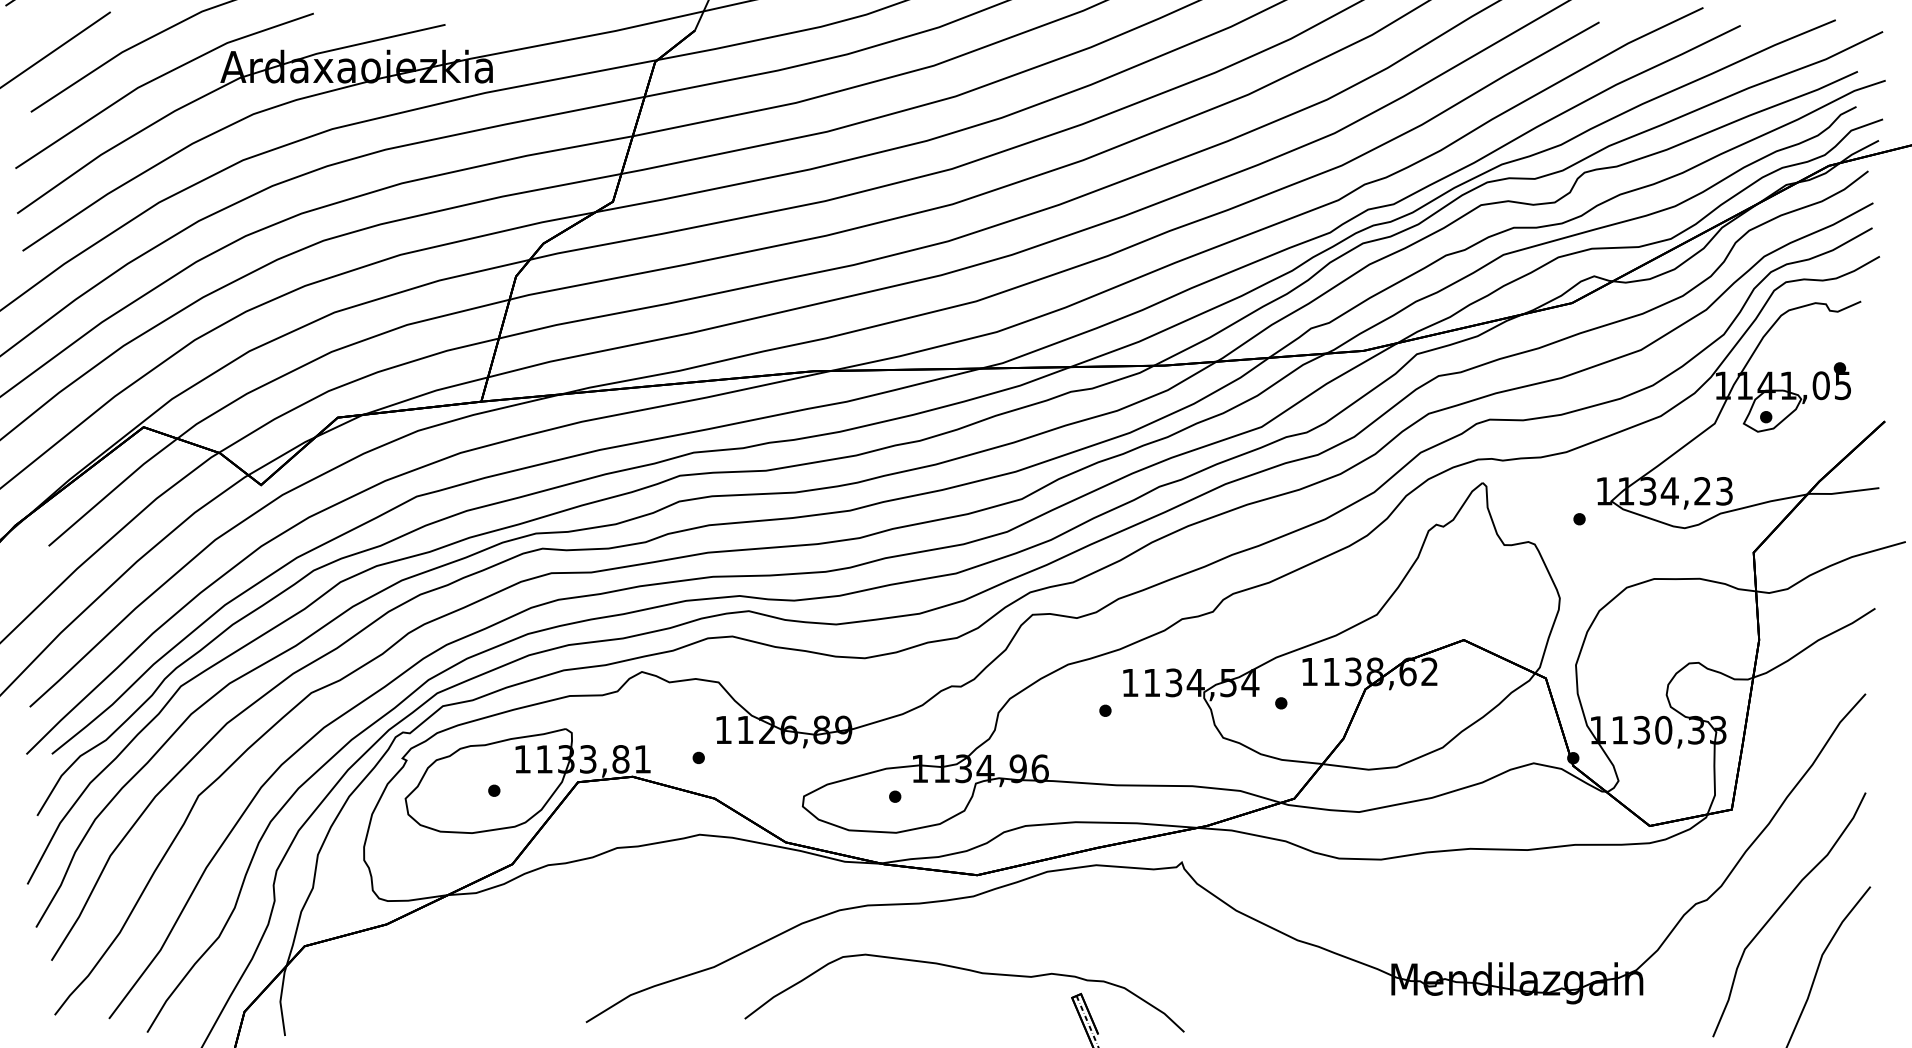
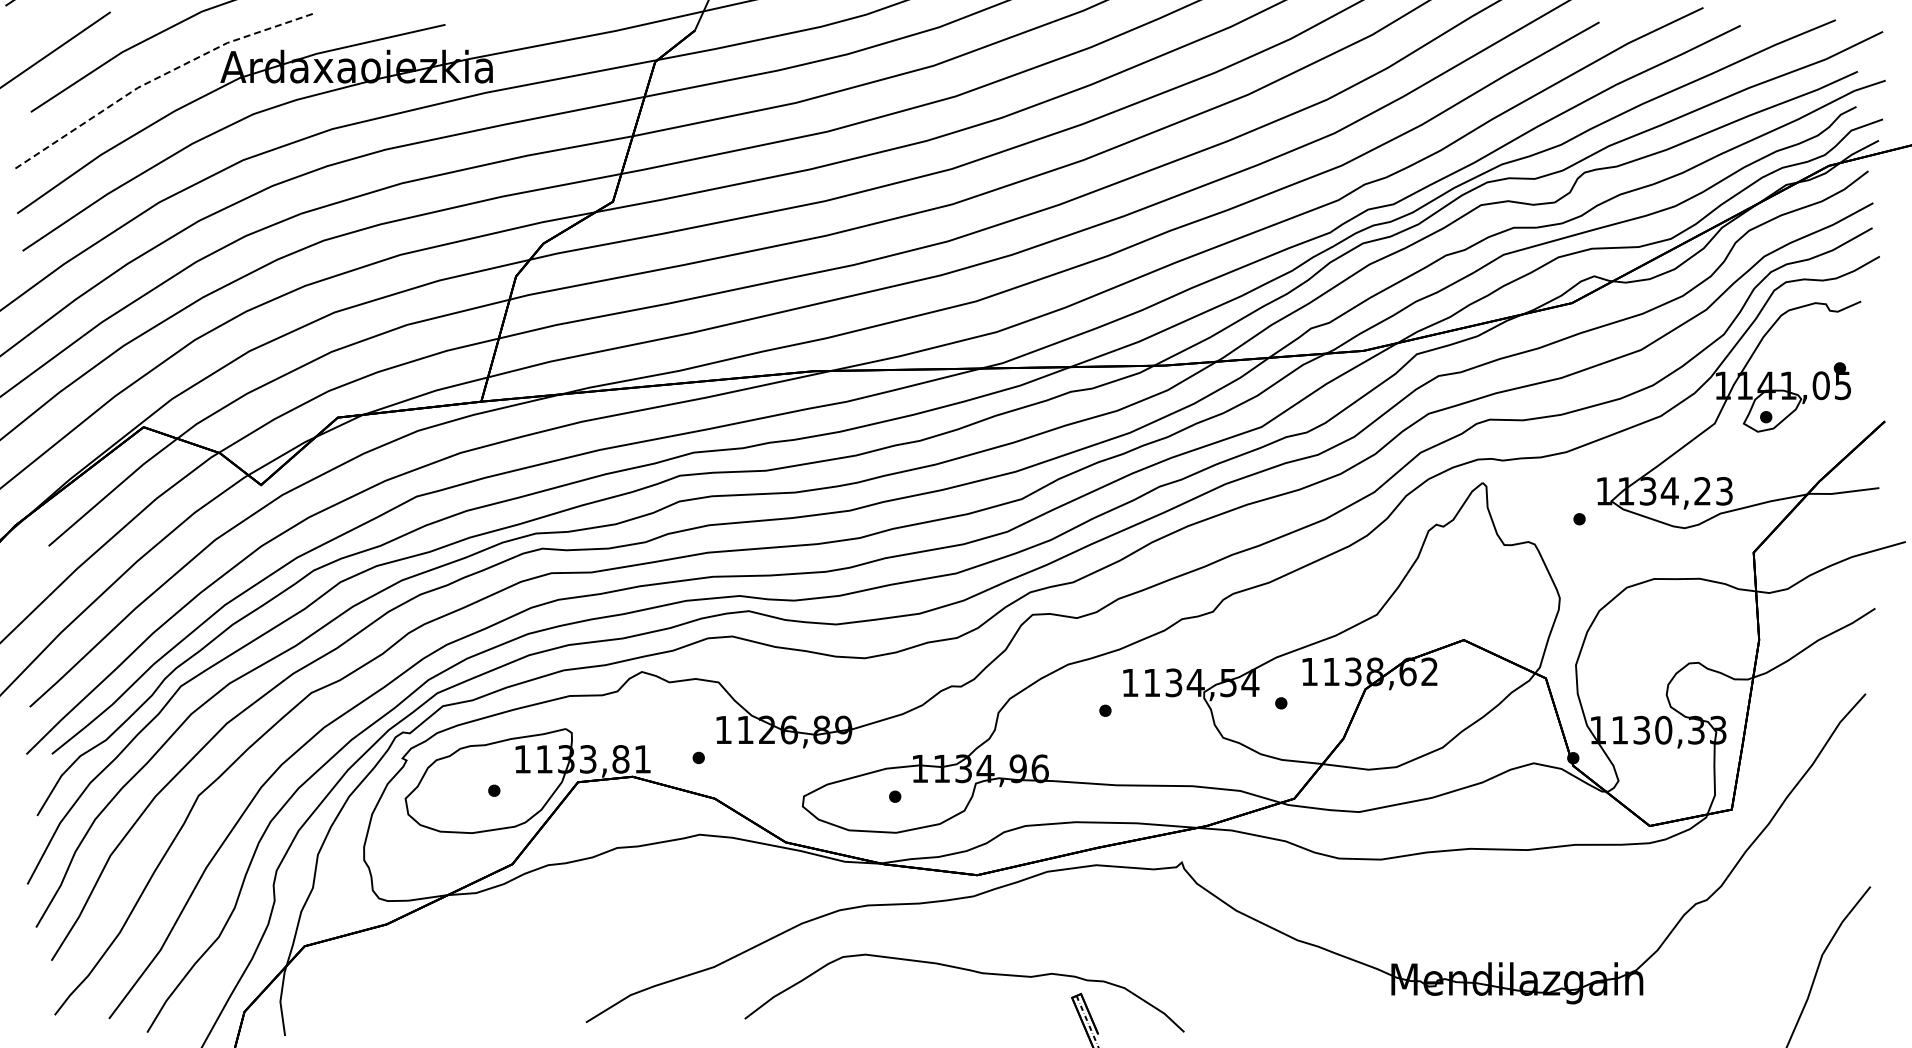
line at (158, 77): solid -> dashed
curve at (1779, 909): present -> none
